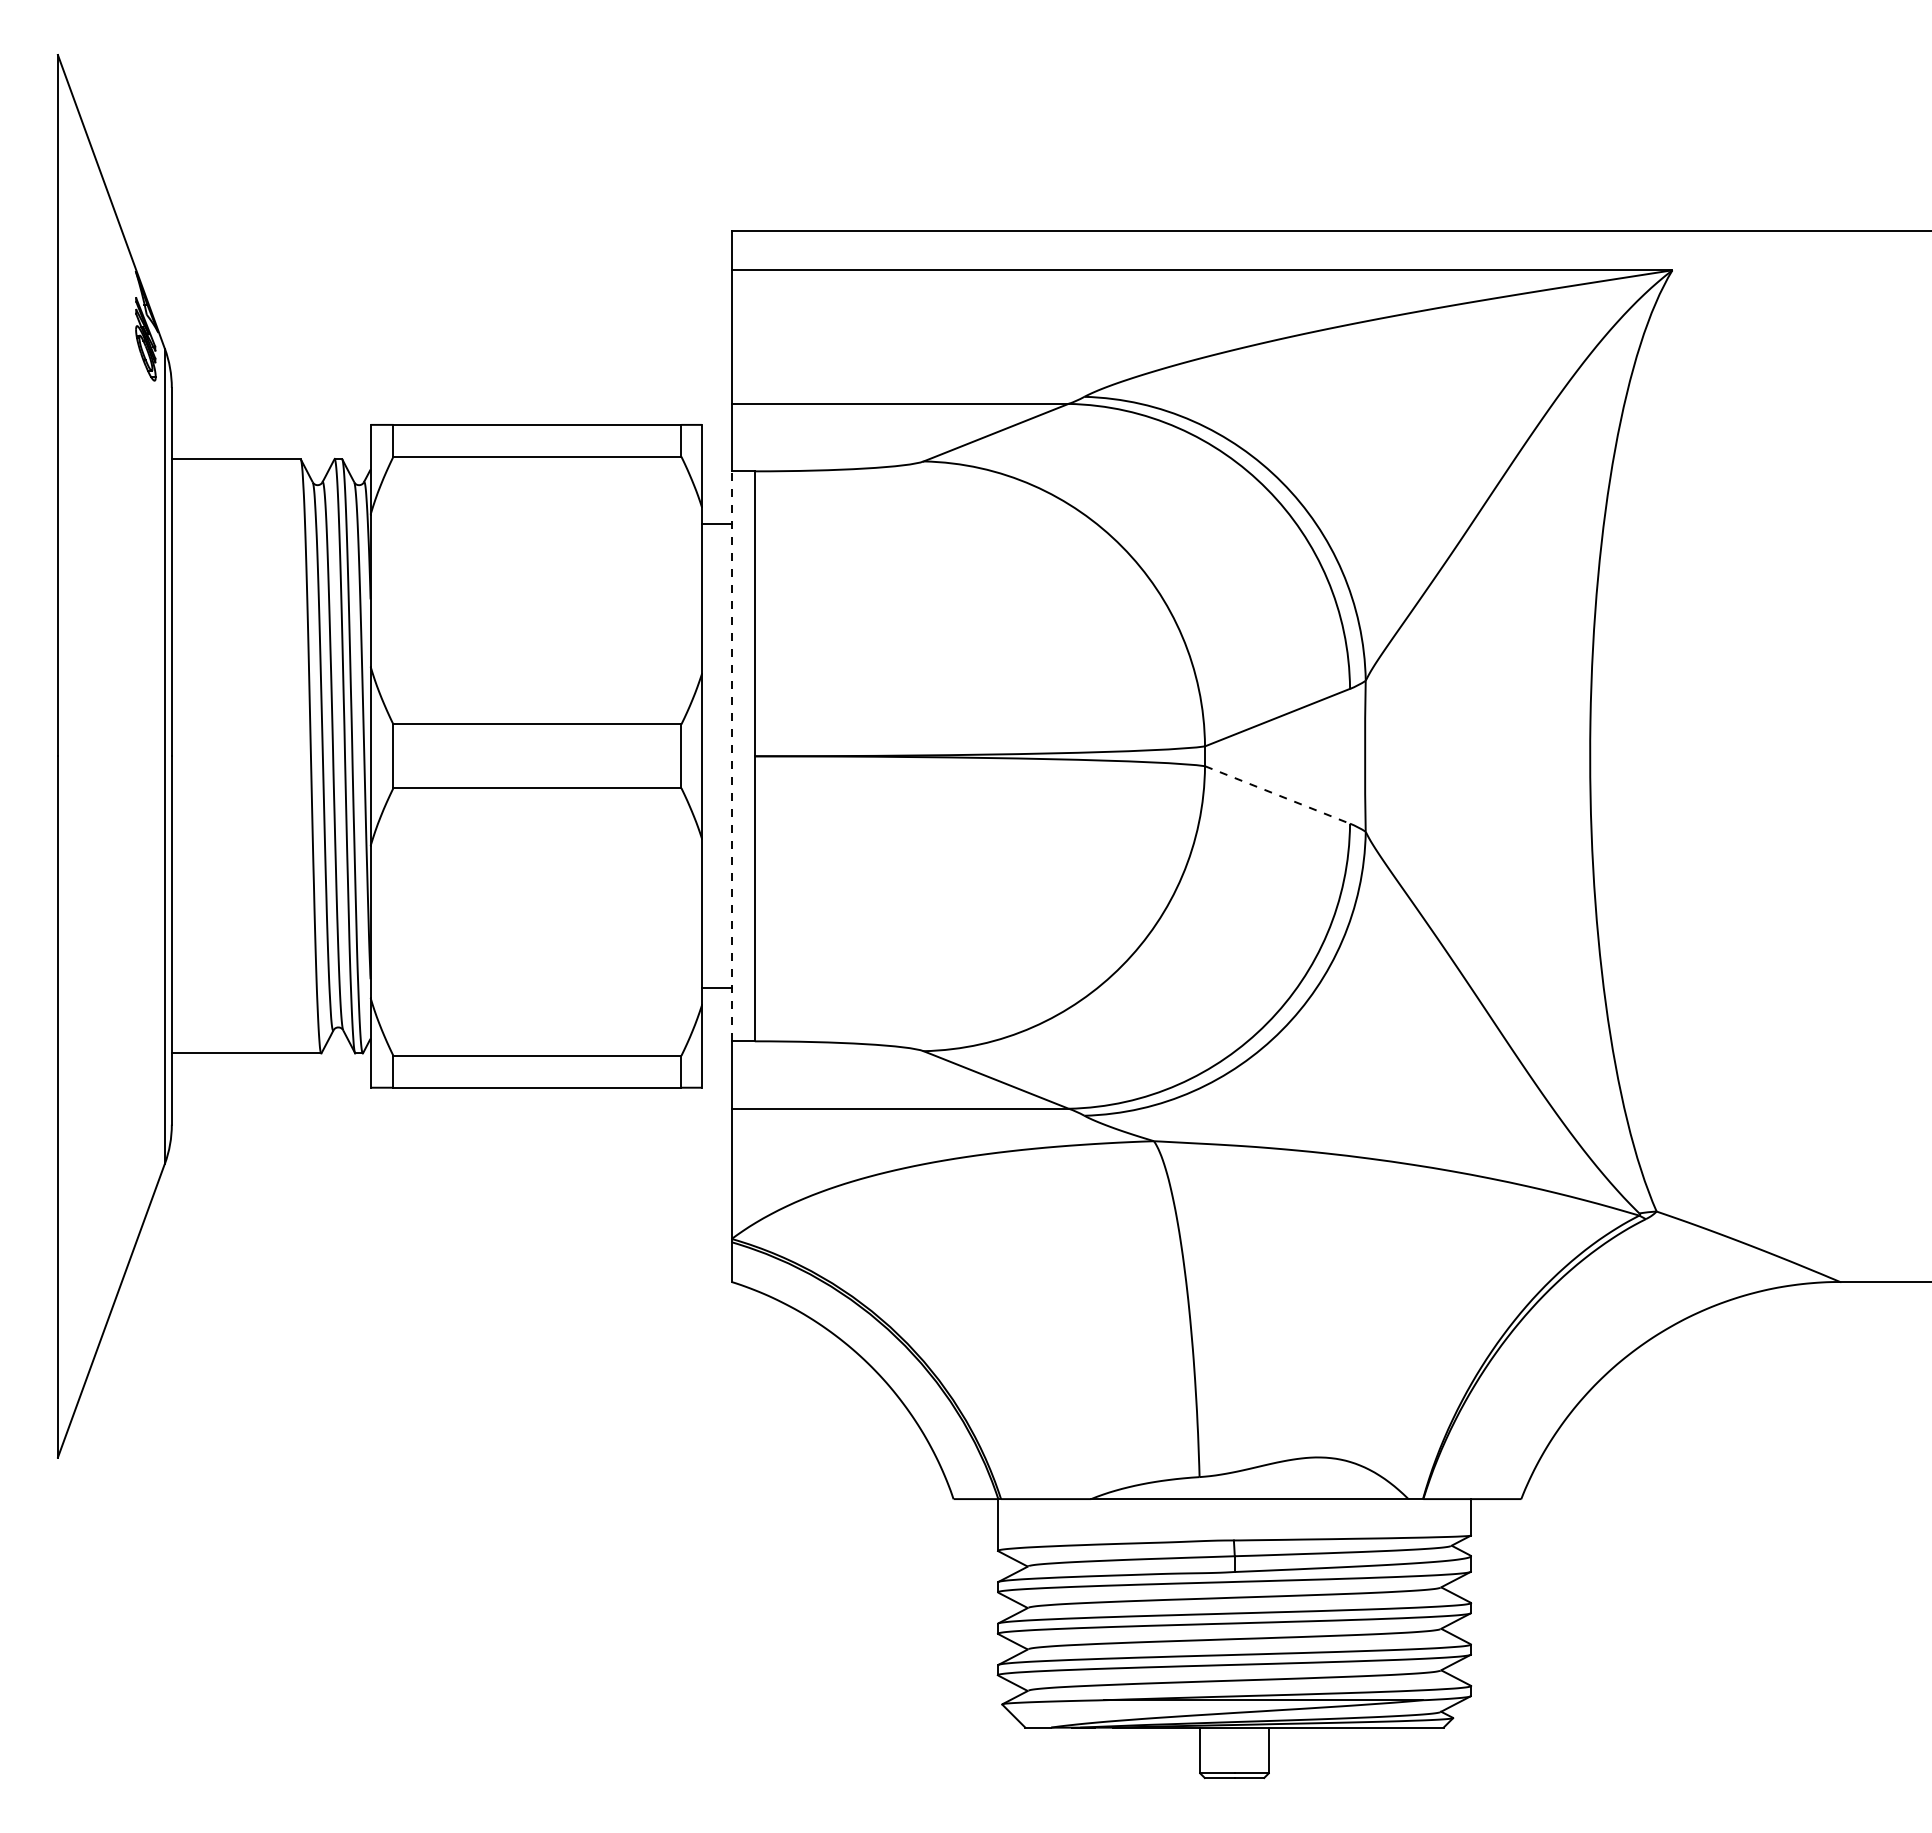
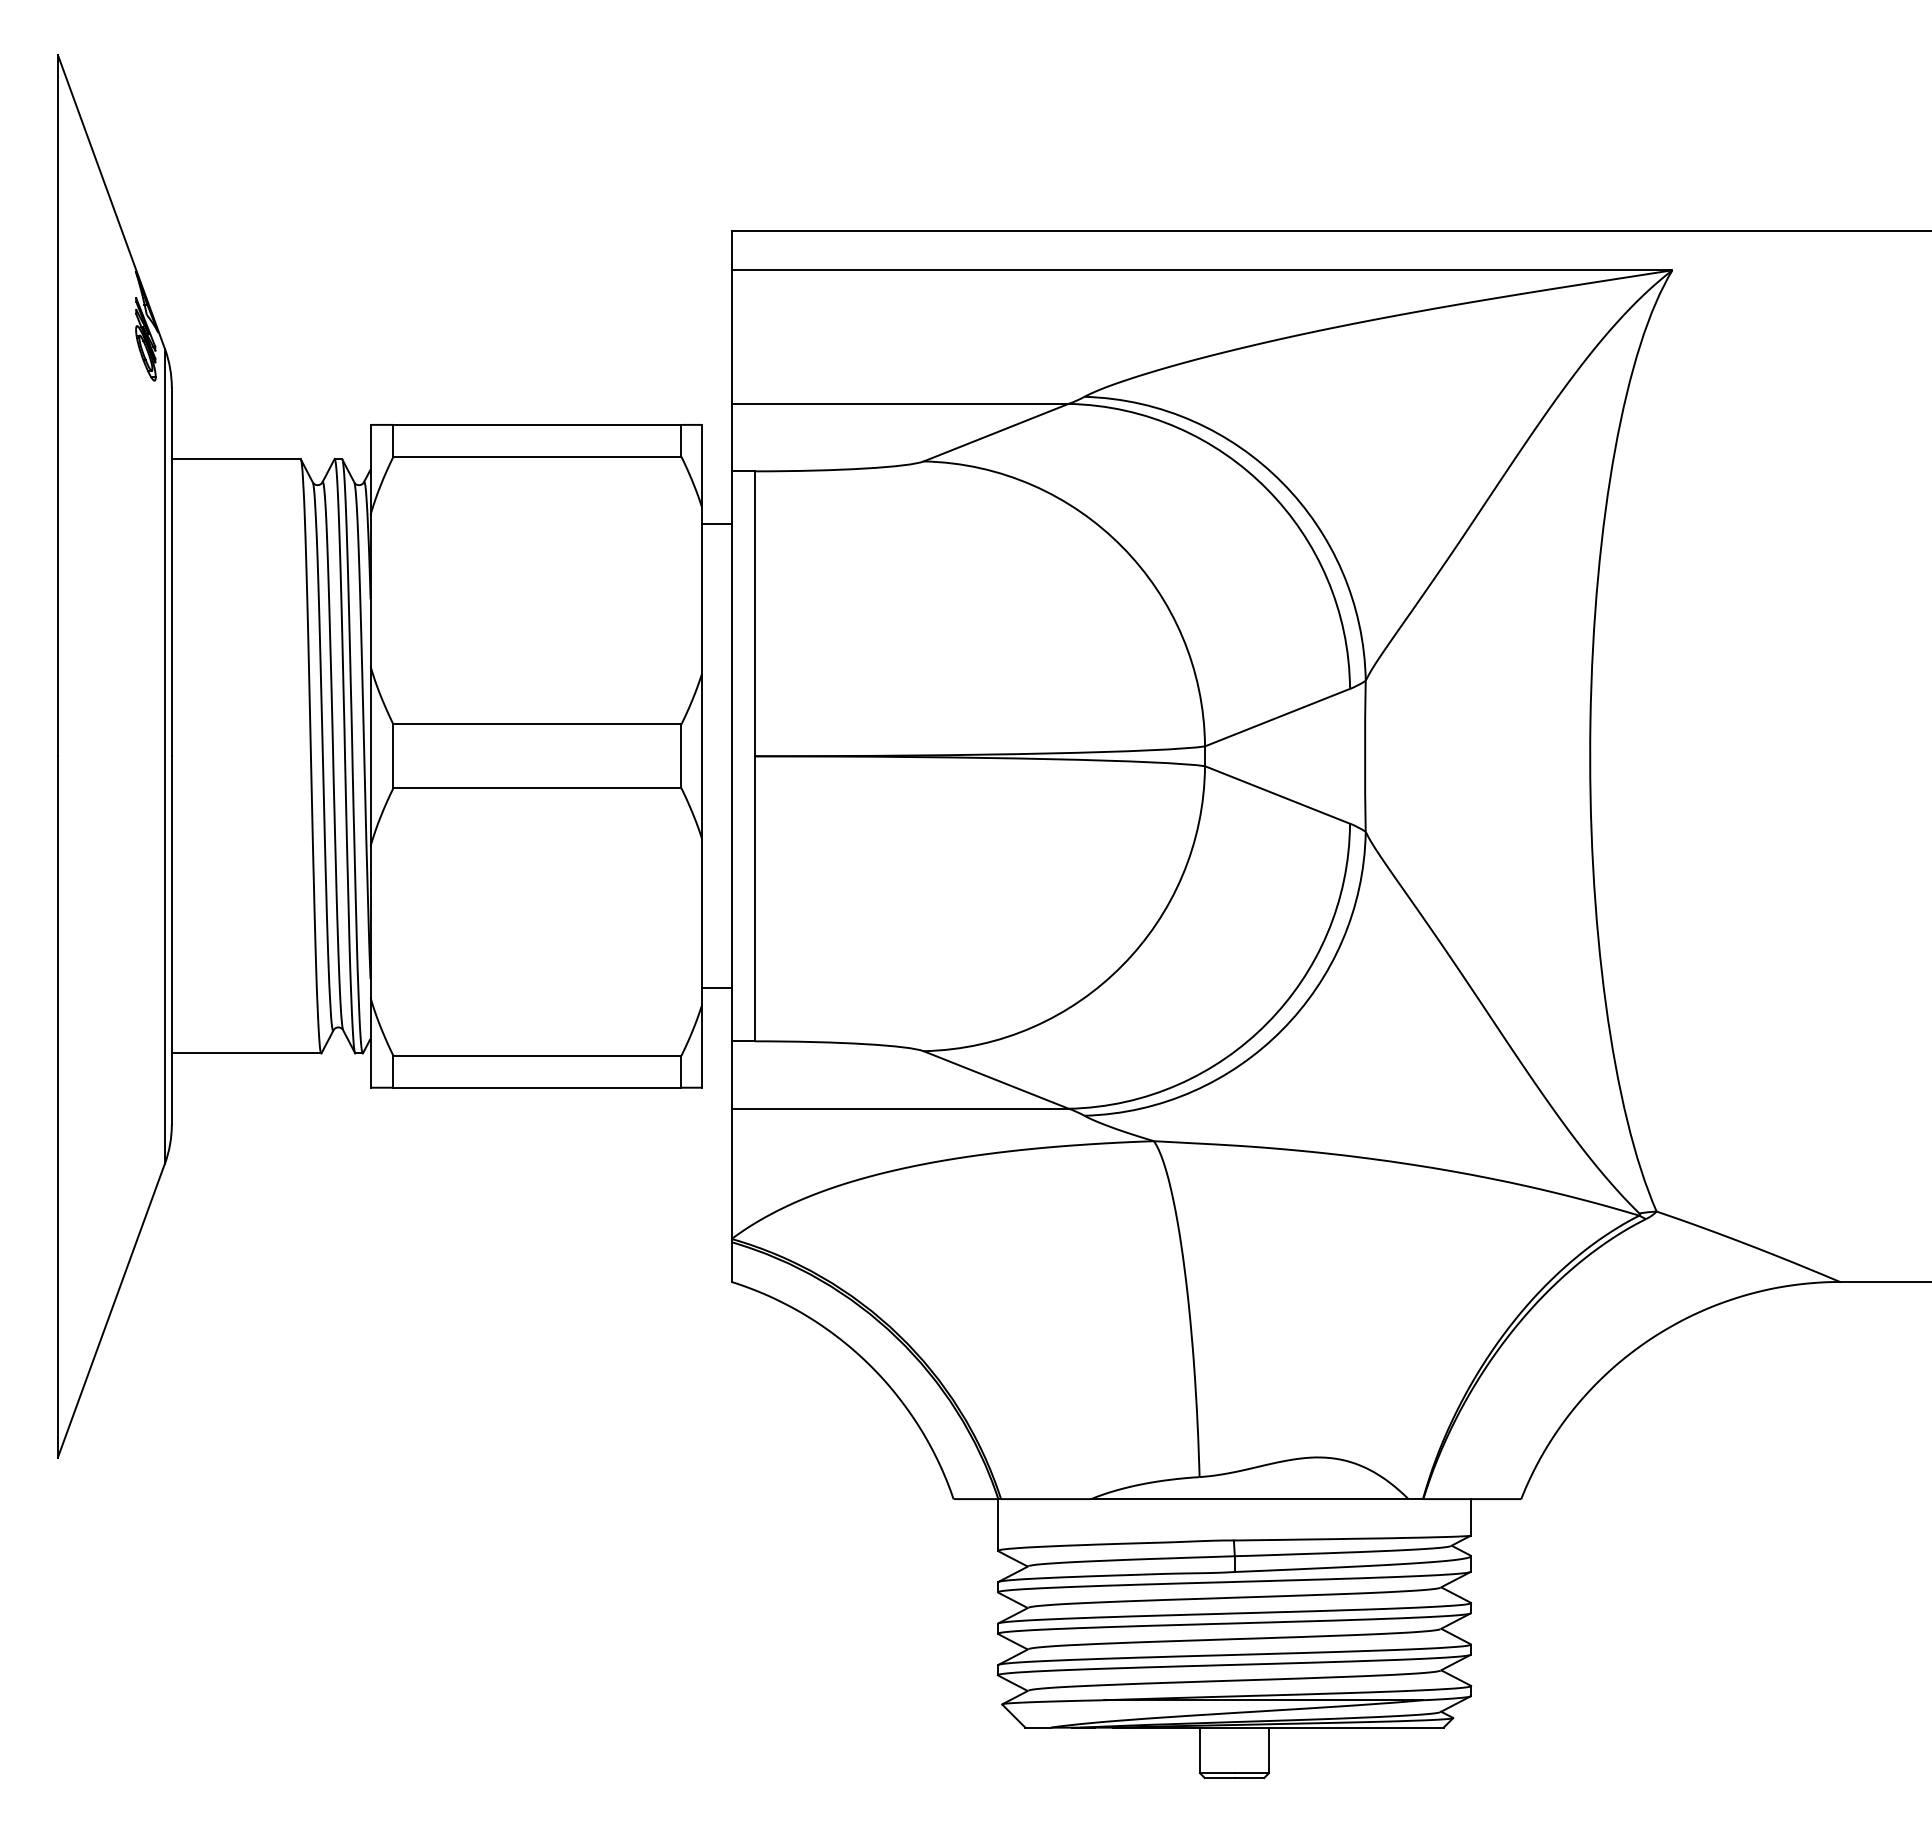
line at (731, 756): dashed -> solid
line at (1278, 795): dashed -> solid
